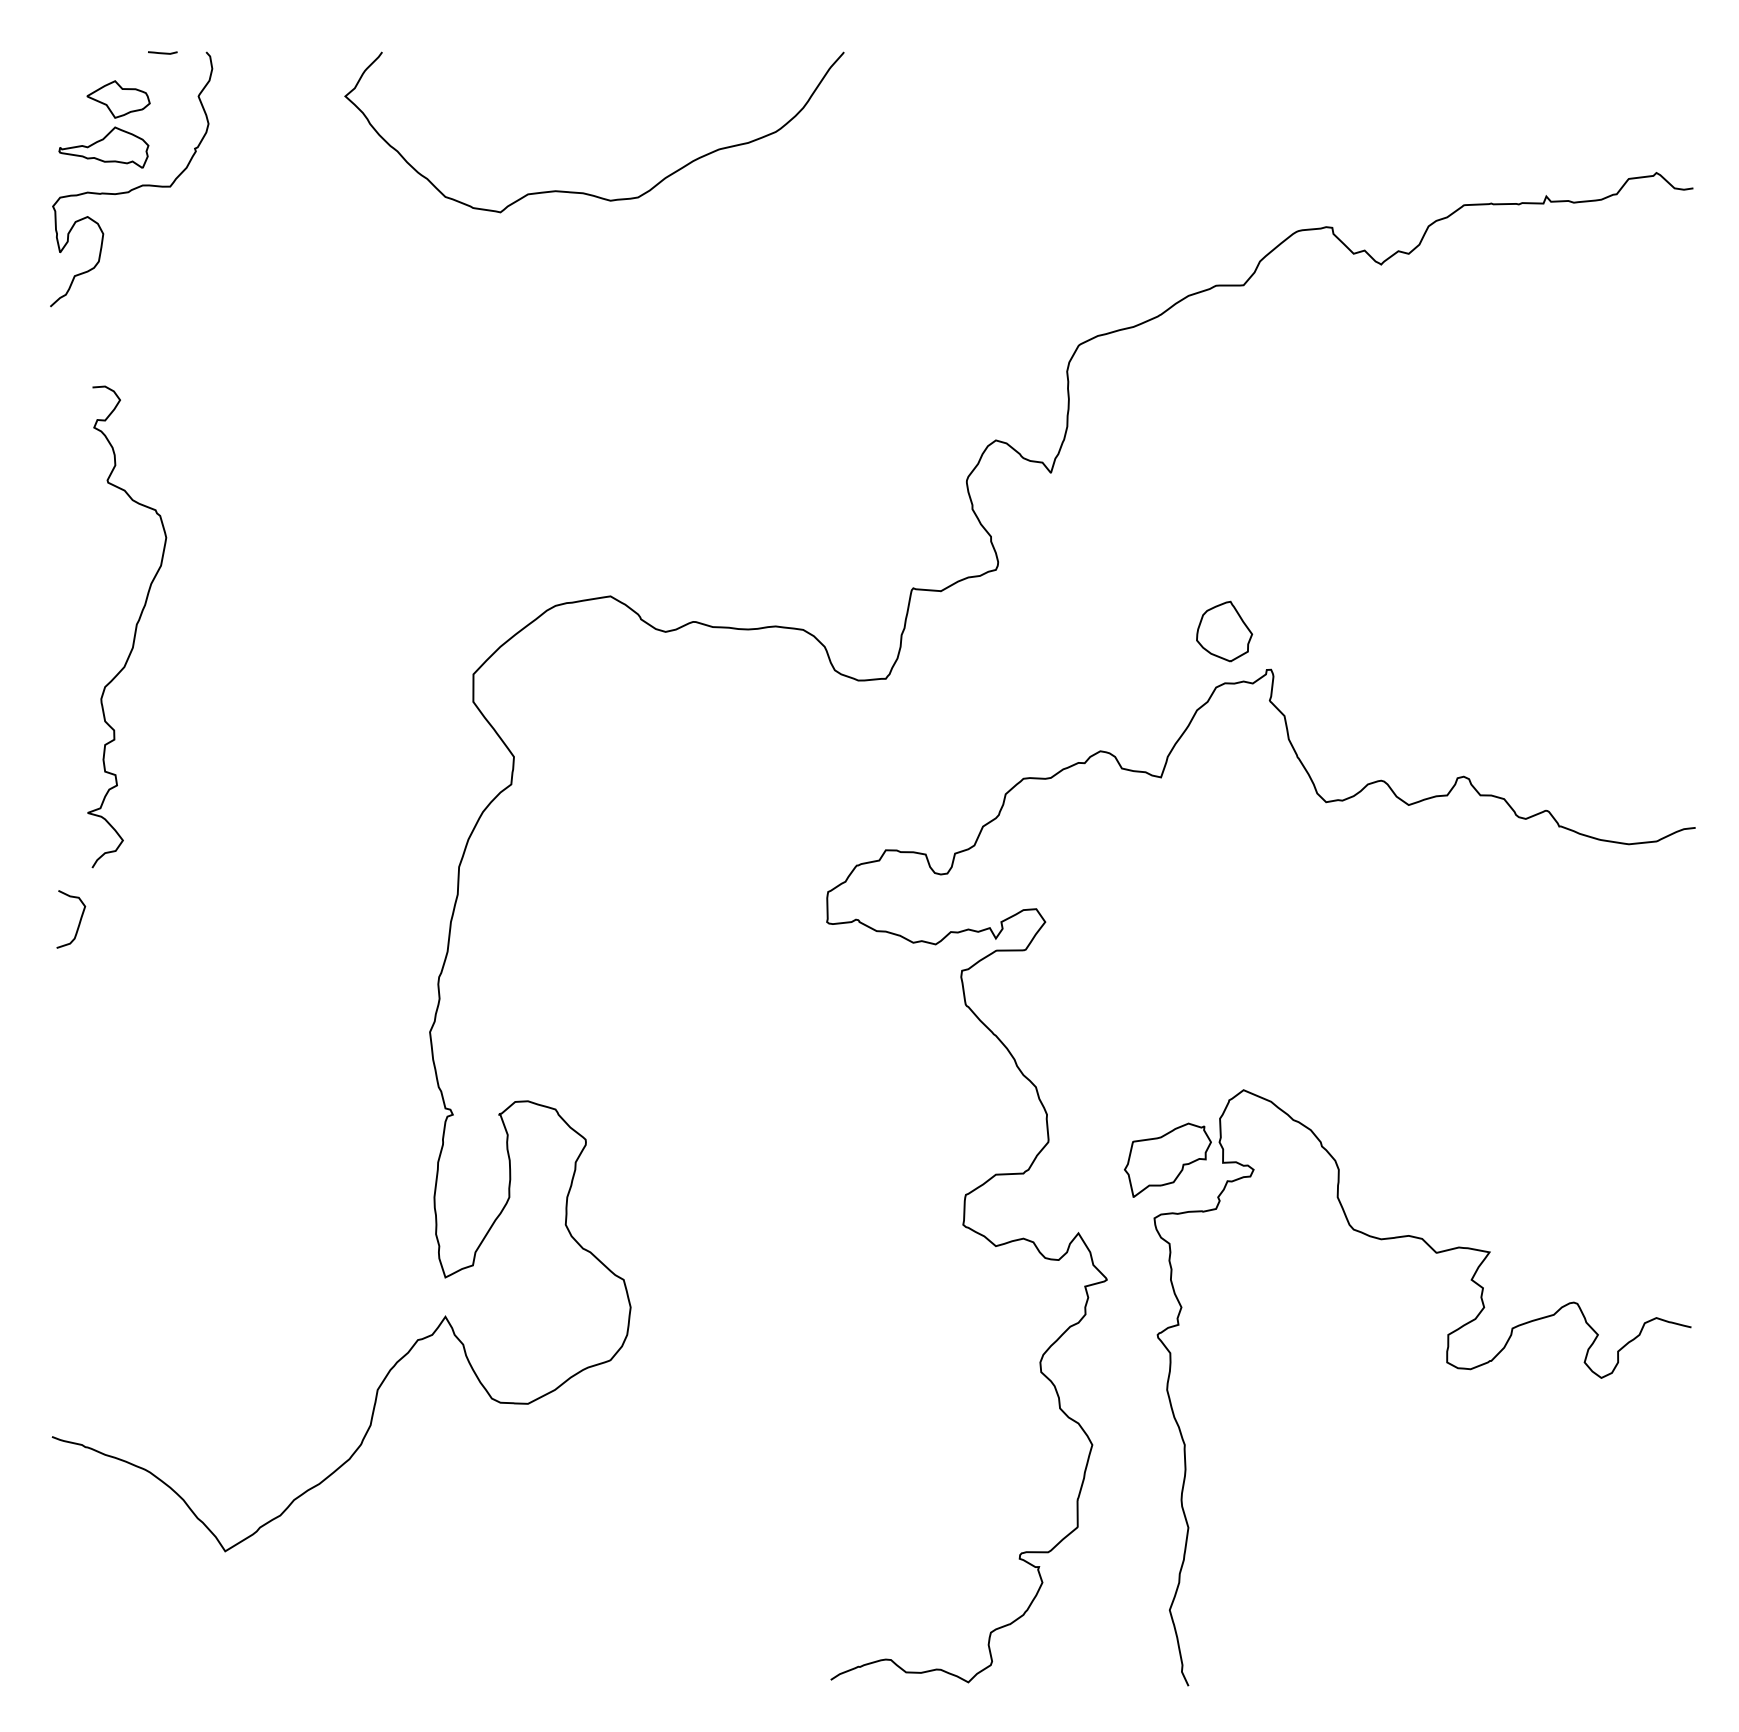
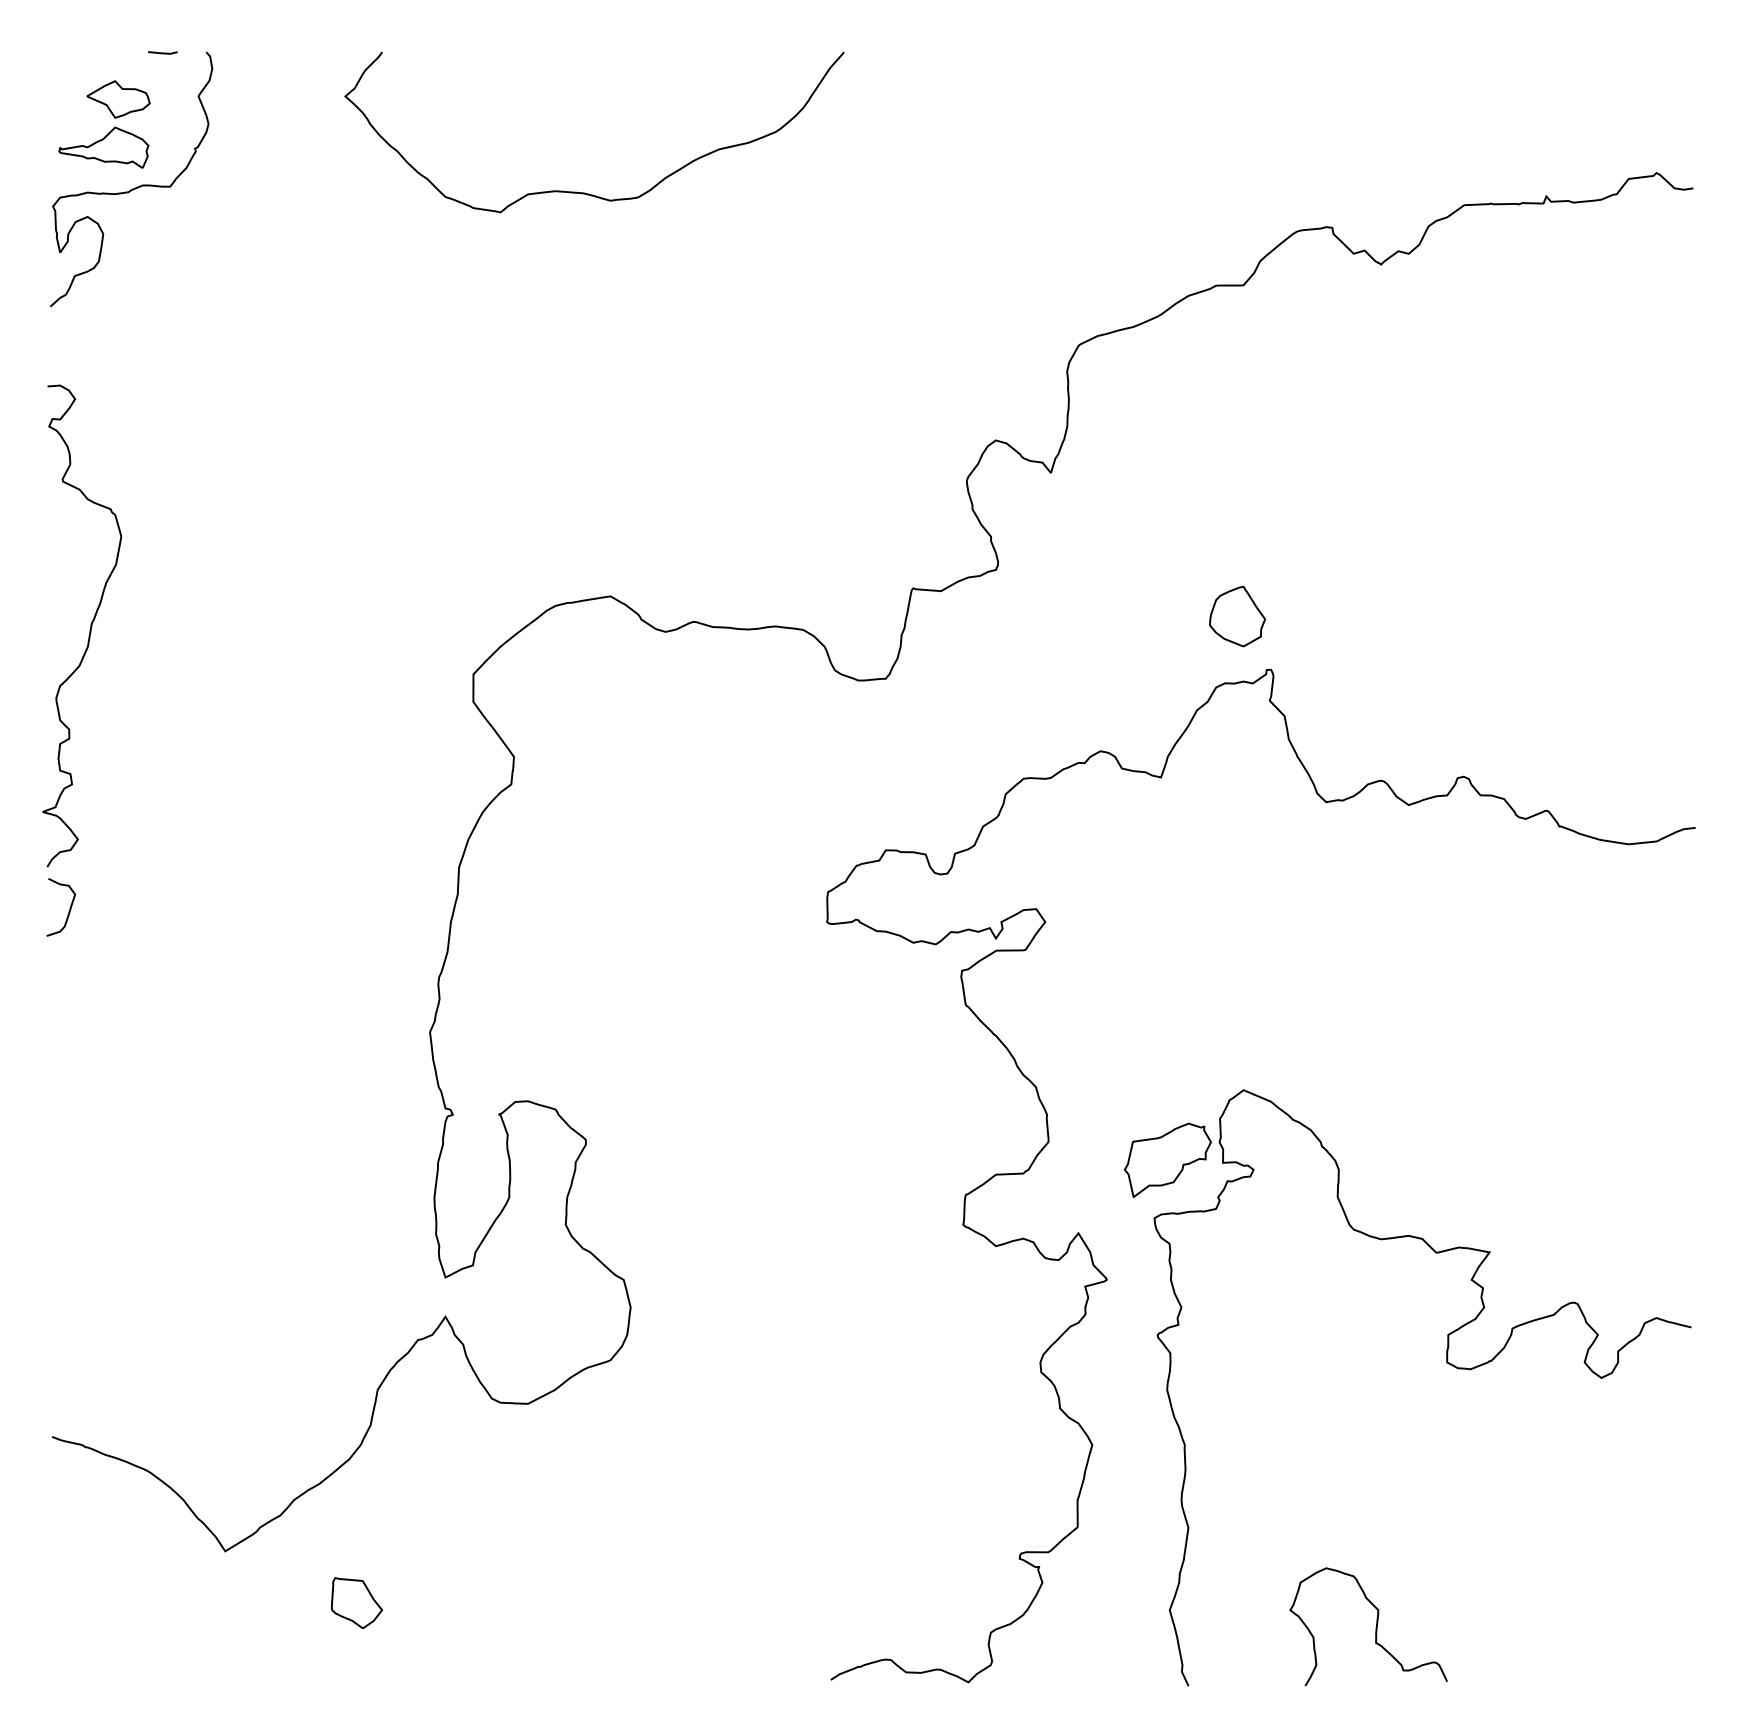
curve at (135, 626) position: (135, 626) -> (90, 625)
part at (1224, 631) position: (1224, 631) -> (1237, 616)
curve at (79, 920) position: (79, 920) -> (69, 908)
part at (357, 1602): none -> present
curve at (1375, 1627): none -> present
